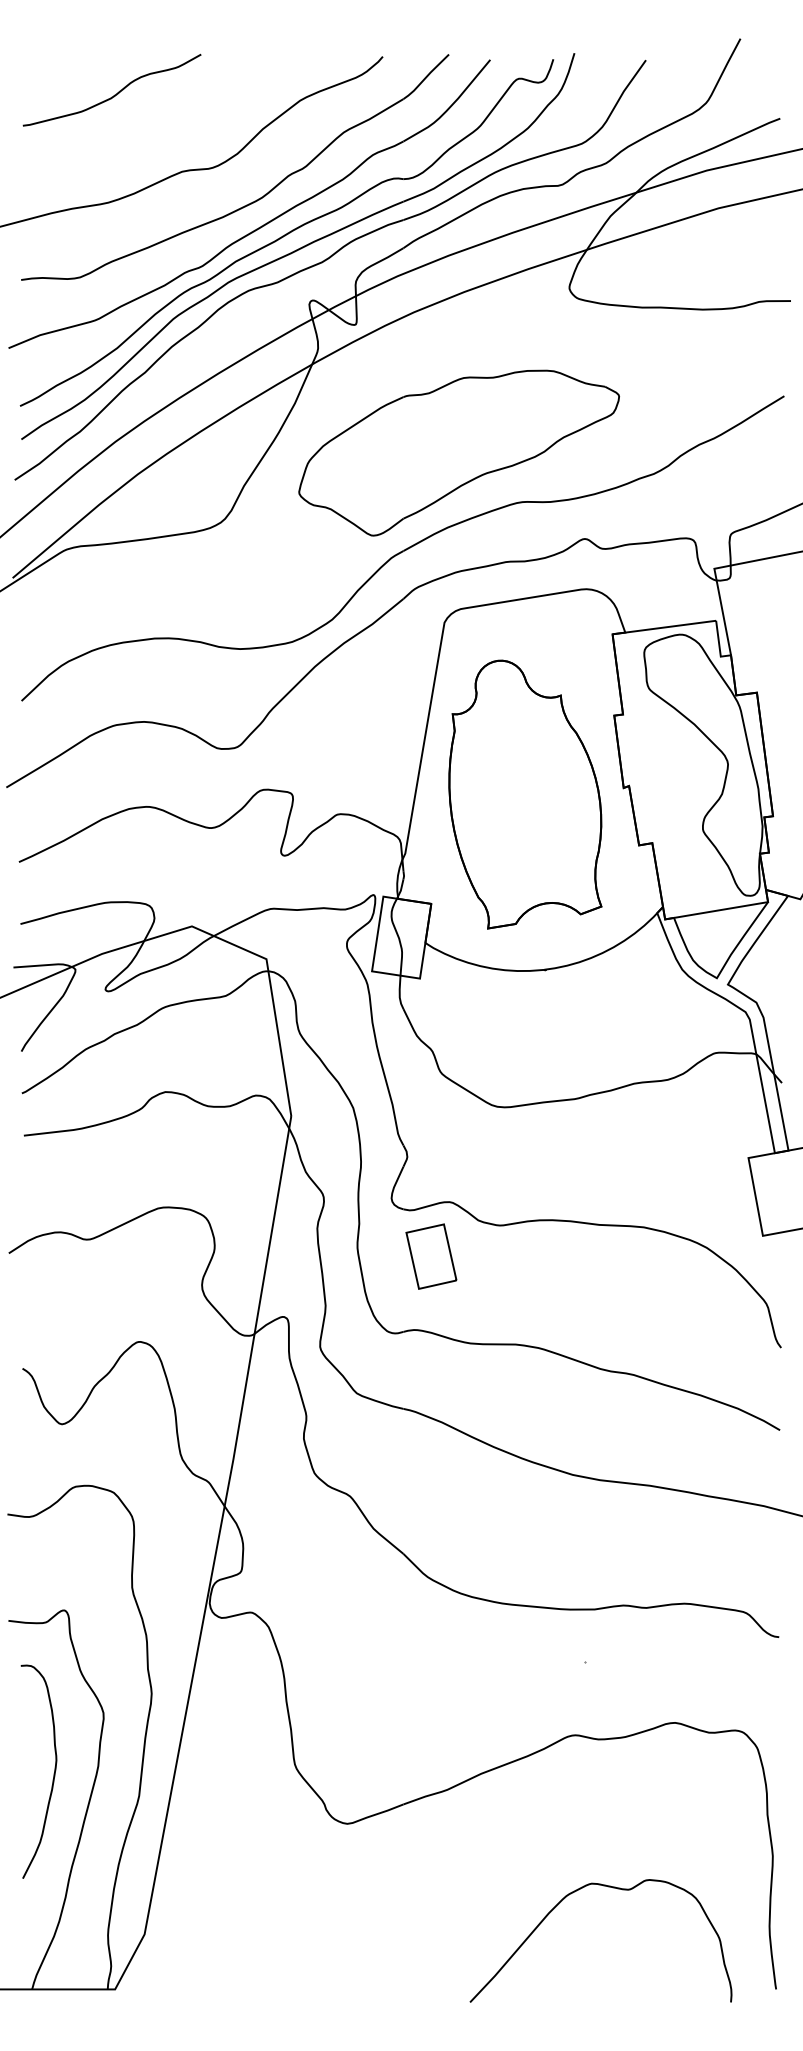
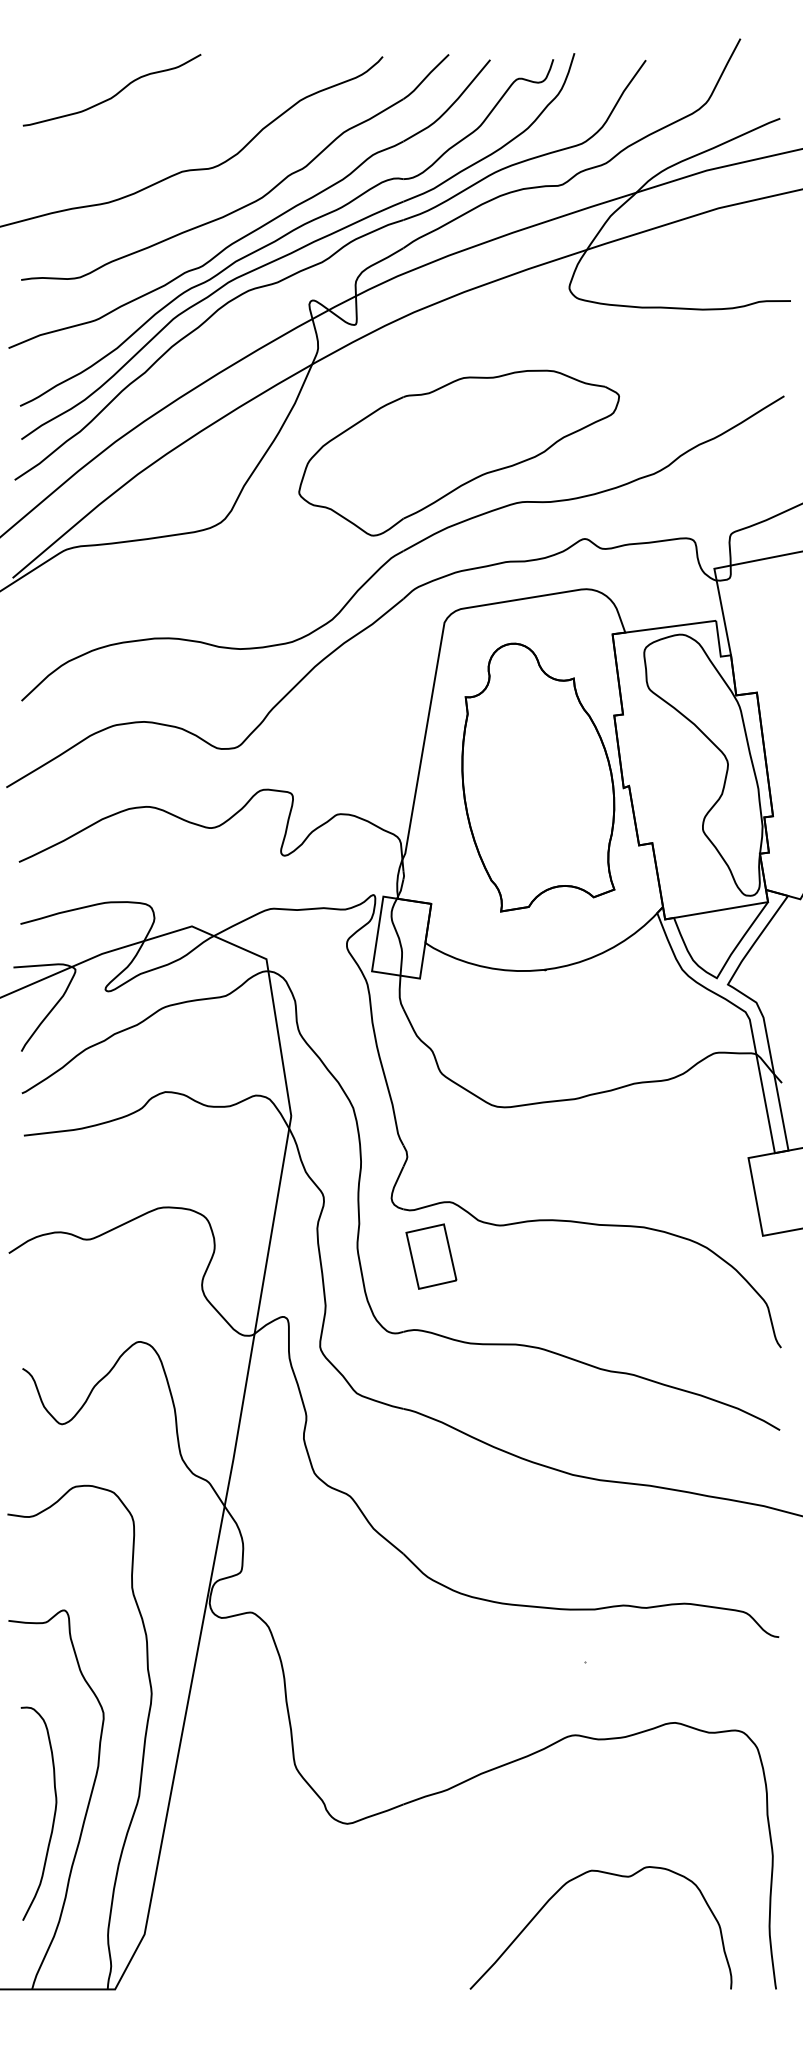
part at (525, 794) position: (525, 794) -> (538, 777)
curve at (53, 1773) position: (53, 1773) -> (53, 1815)
curve at (608, 1887) position: (608, 1887) -> (608, 1874)
